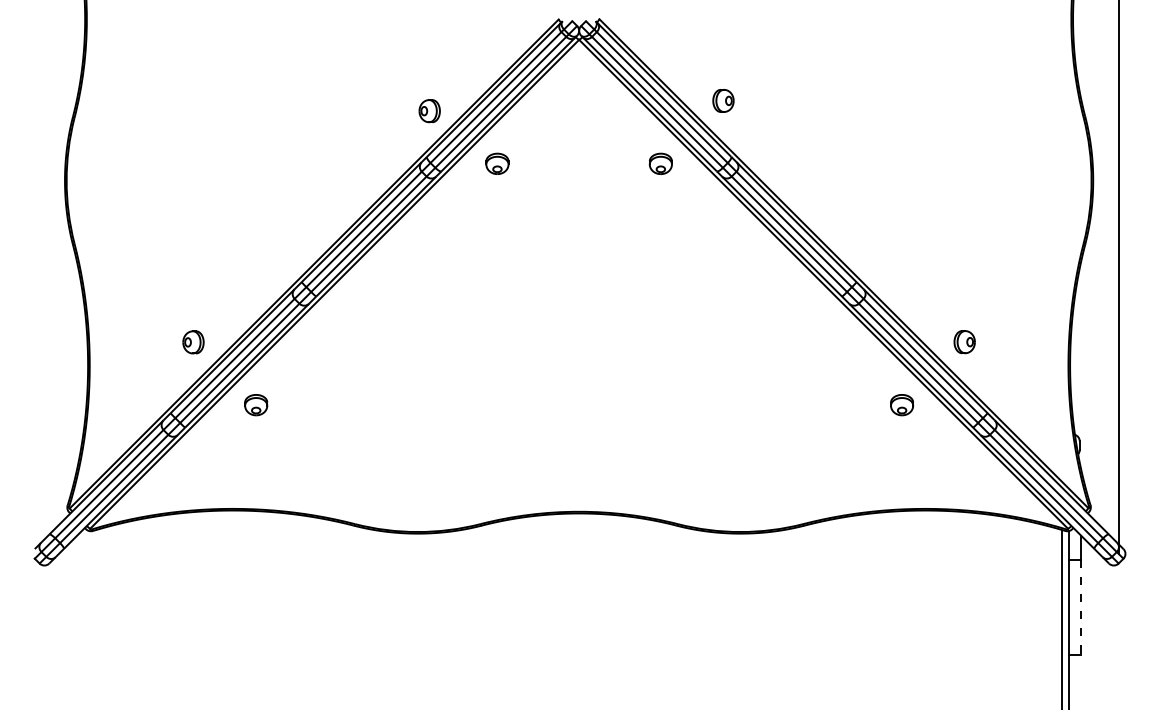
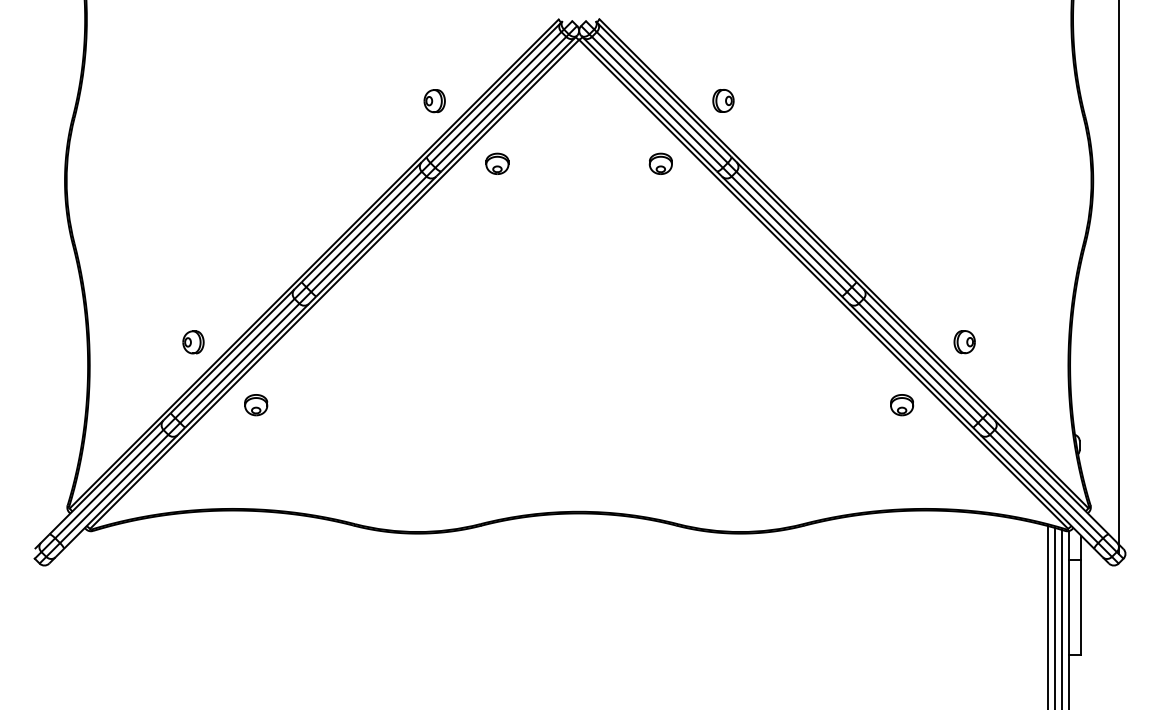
part at (429, 111) position: (429, 111) -> (434, 101)
line at (1081, 607): dashed -> solid
line at (1048, 616): none -> present
line at (1055, 616): none -> present
